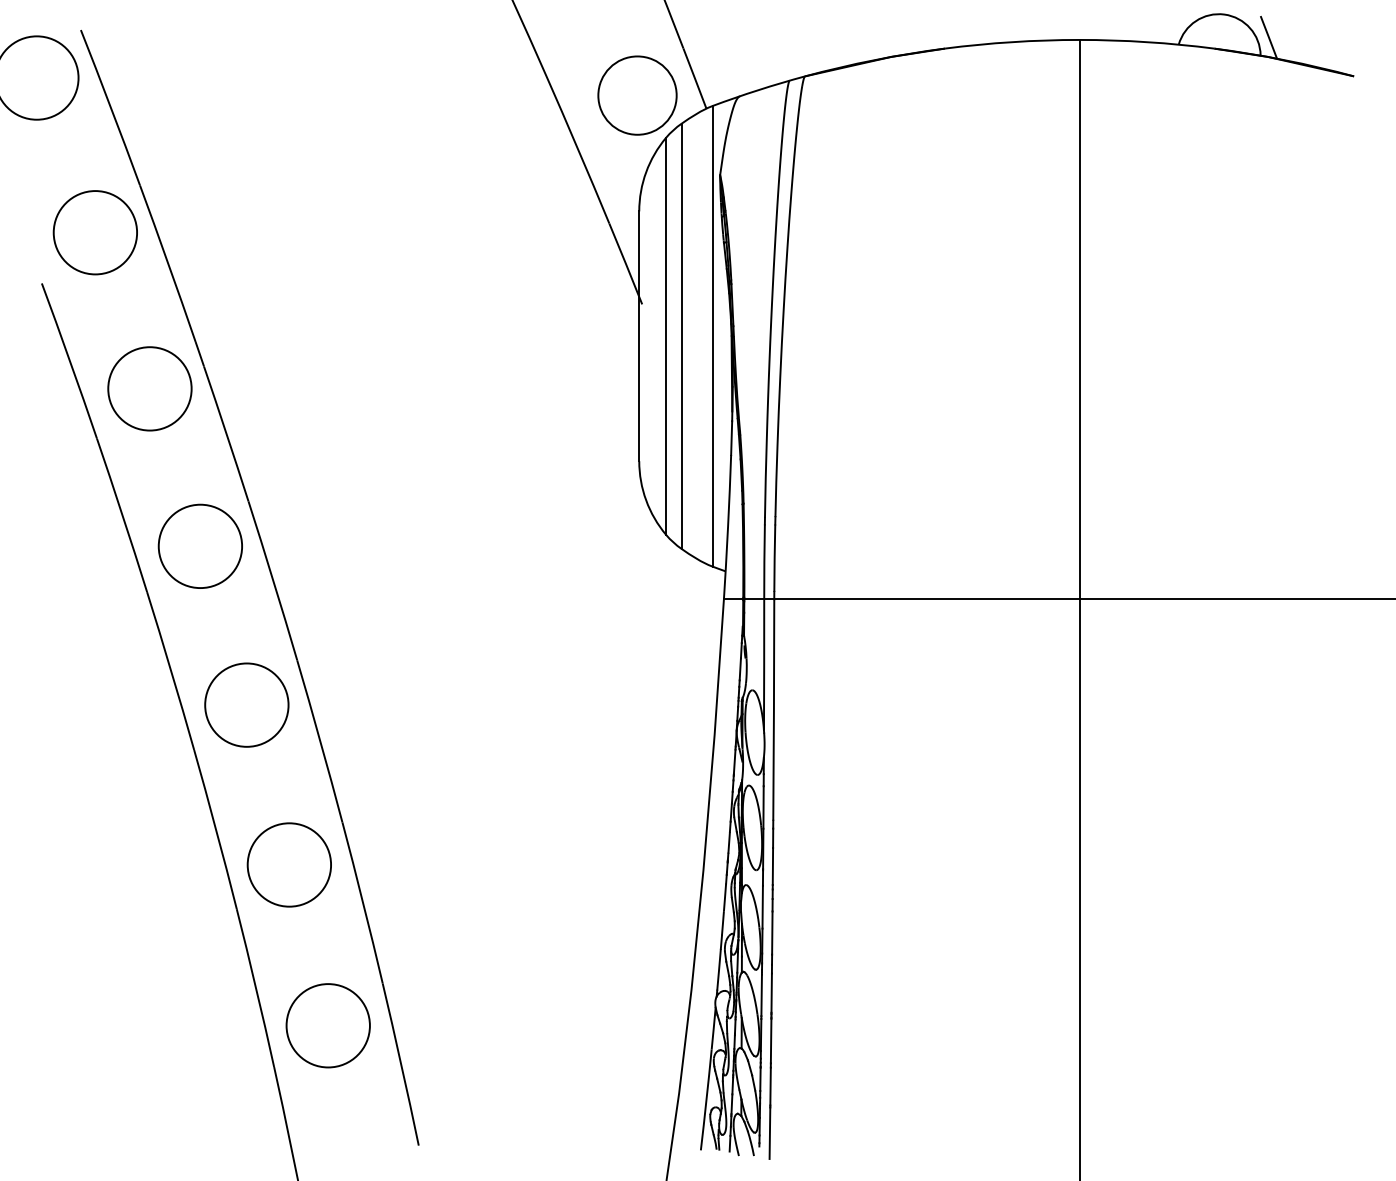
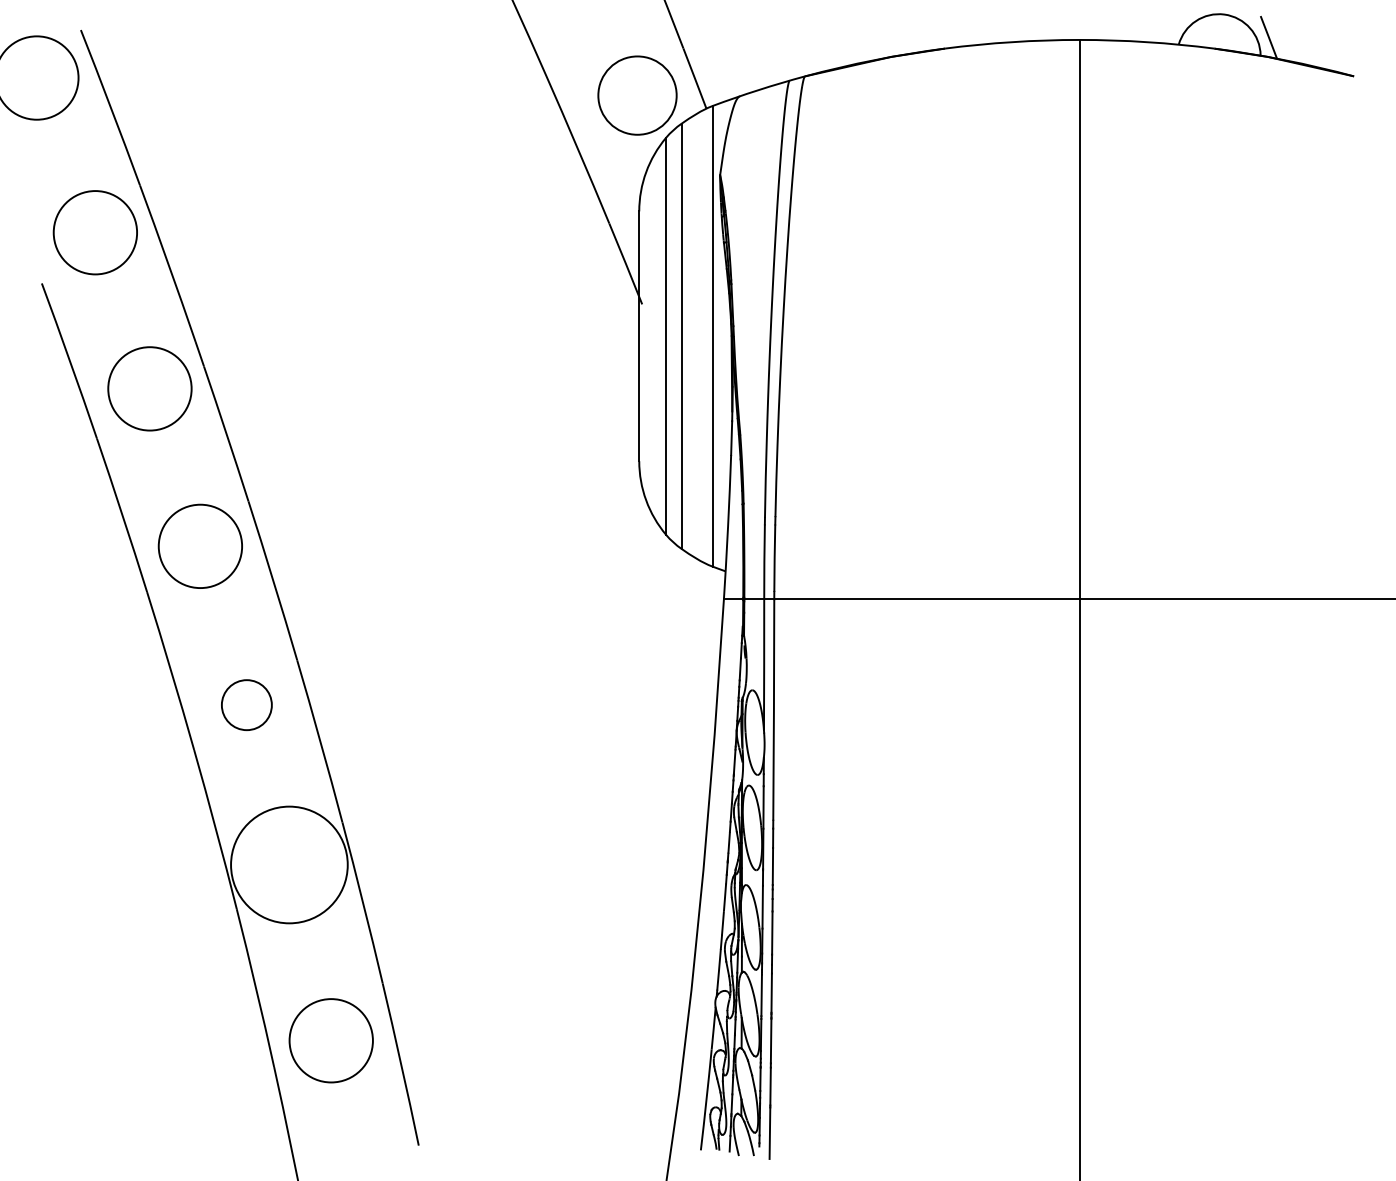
circle at (246, 704) diameter: 83 px -> 50 px
circle at (289, 864) diameter: 83 px -> 117 px
circle at (327, 1025) position: (327, 1025) -> (330, 1040)
